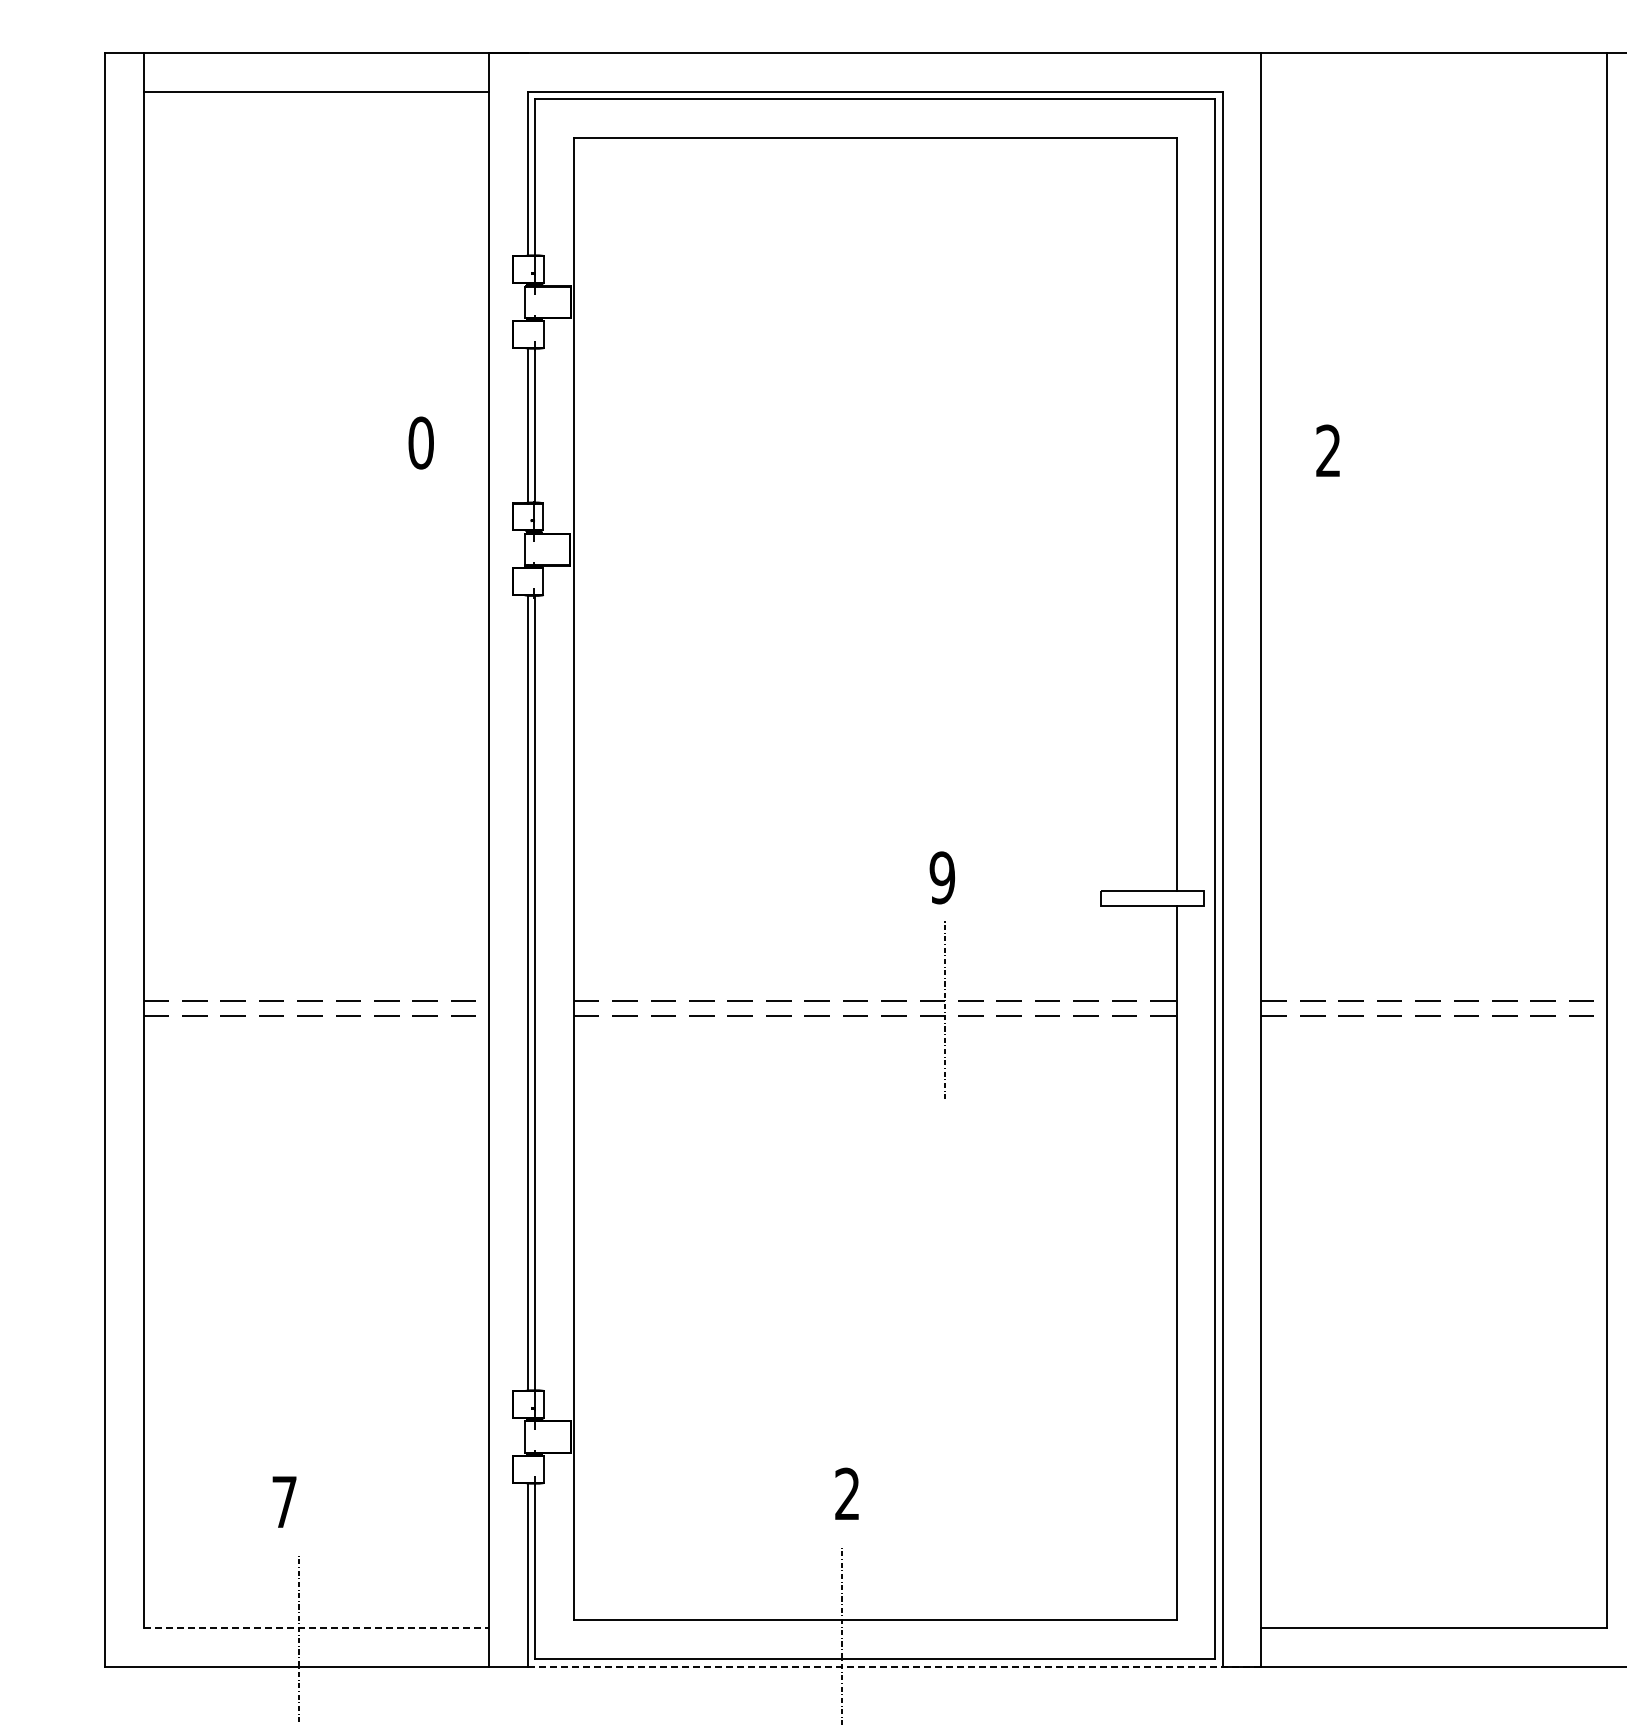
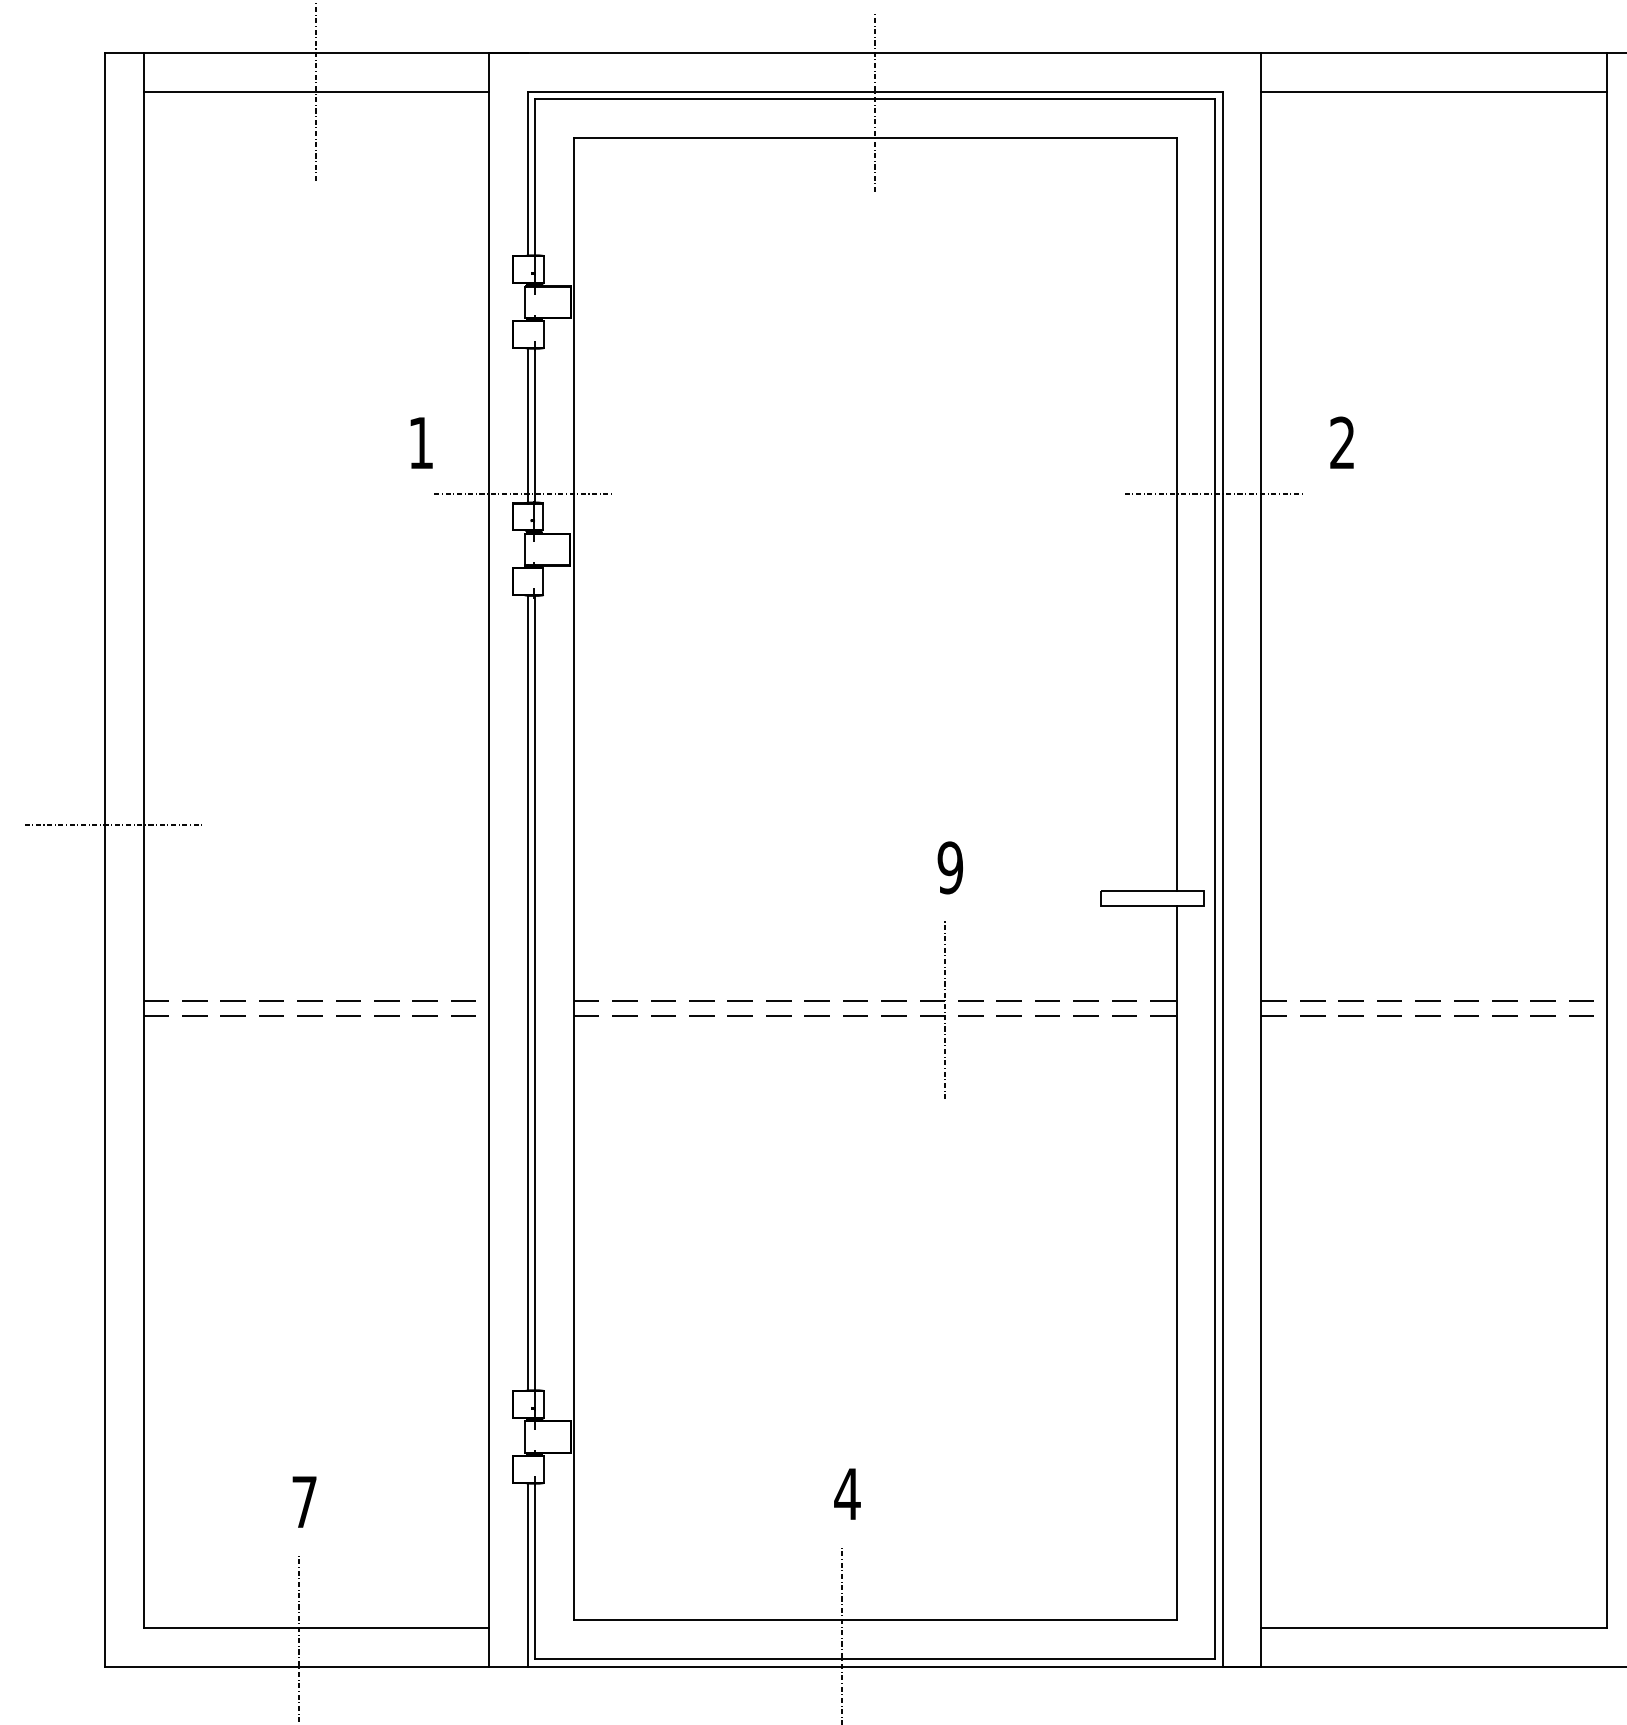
line at (316, 91): none -> present
line at (1434, 91): none -> present
line at (875, 102): none -> present
text at (420, 442): 0 -> 1
text at (1327, 450) position: (1327, 450) -> (1341, 442)
line at (523, 494): none -> present
line at (1214, 494): none -> present
line at (113, 825): none -> present
text at (941, 877) position: (941, 877) -> (949, 867)
text at (847, 1493): 2 -> 4
text at (284, 1501) position: (284, 1501) -> (304, 1501)
line at (316, 1628): dashed -> solid
line at (894, 1666): dashed -> solid
